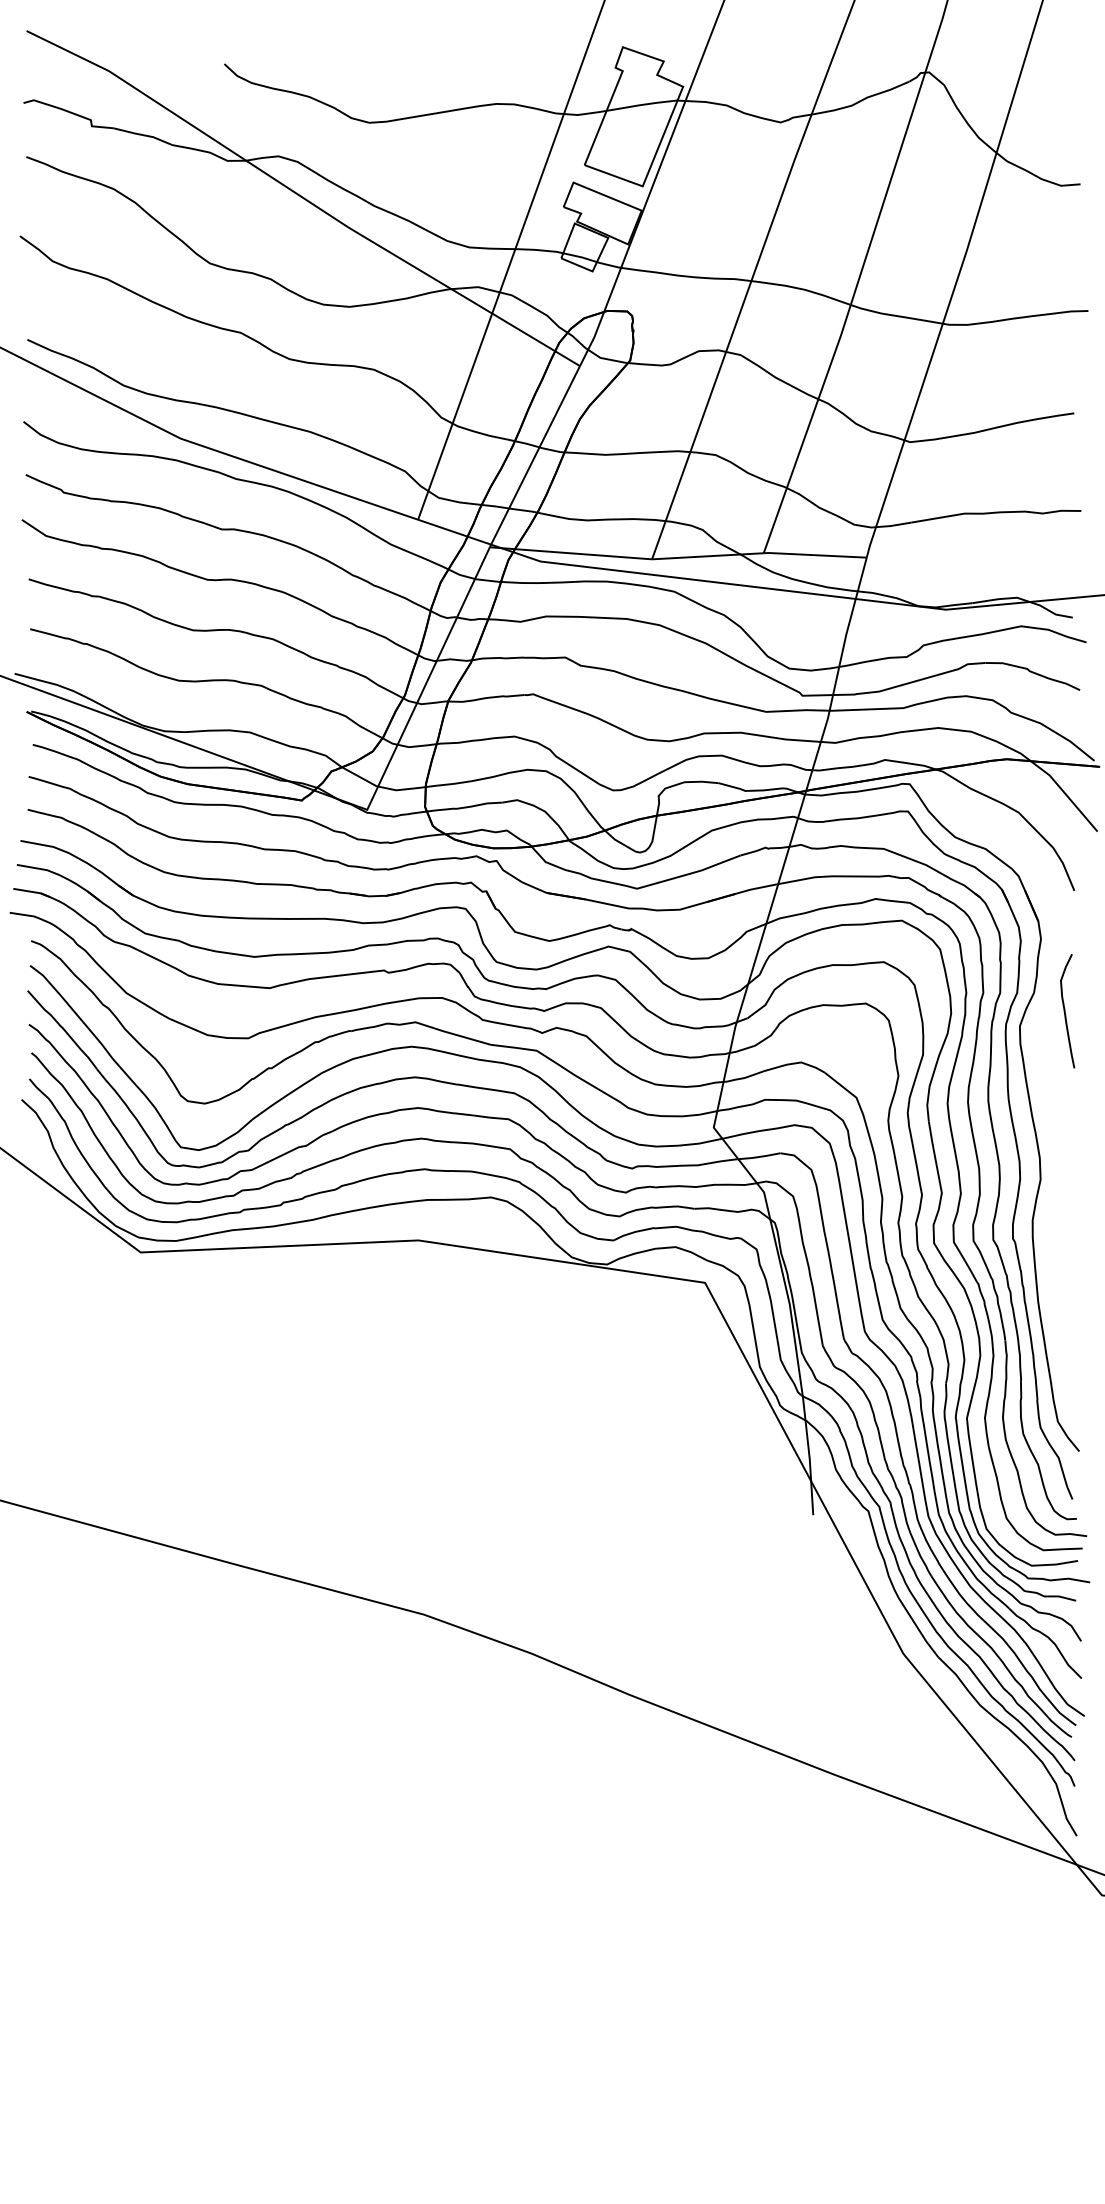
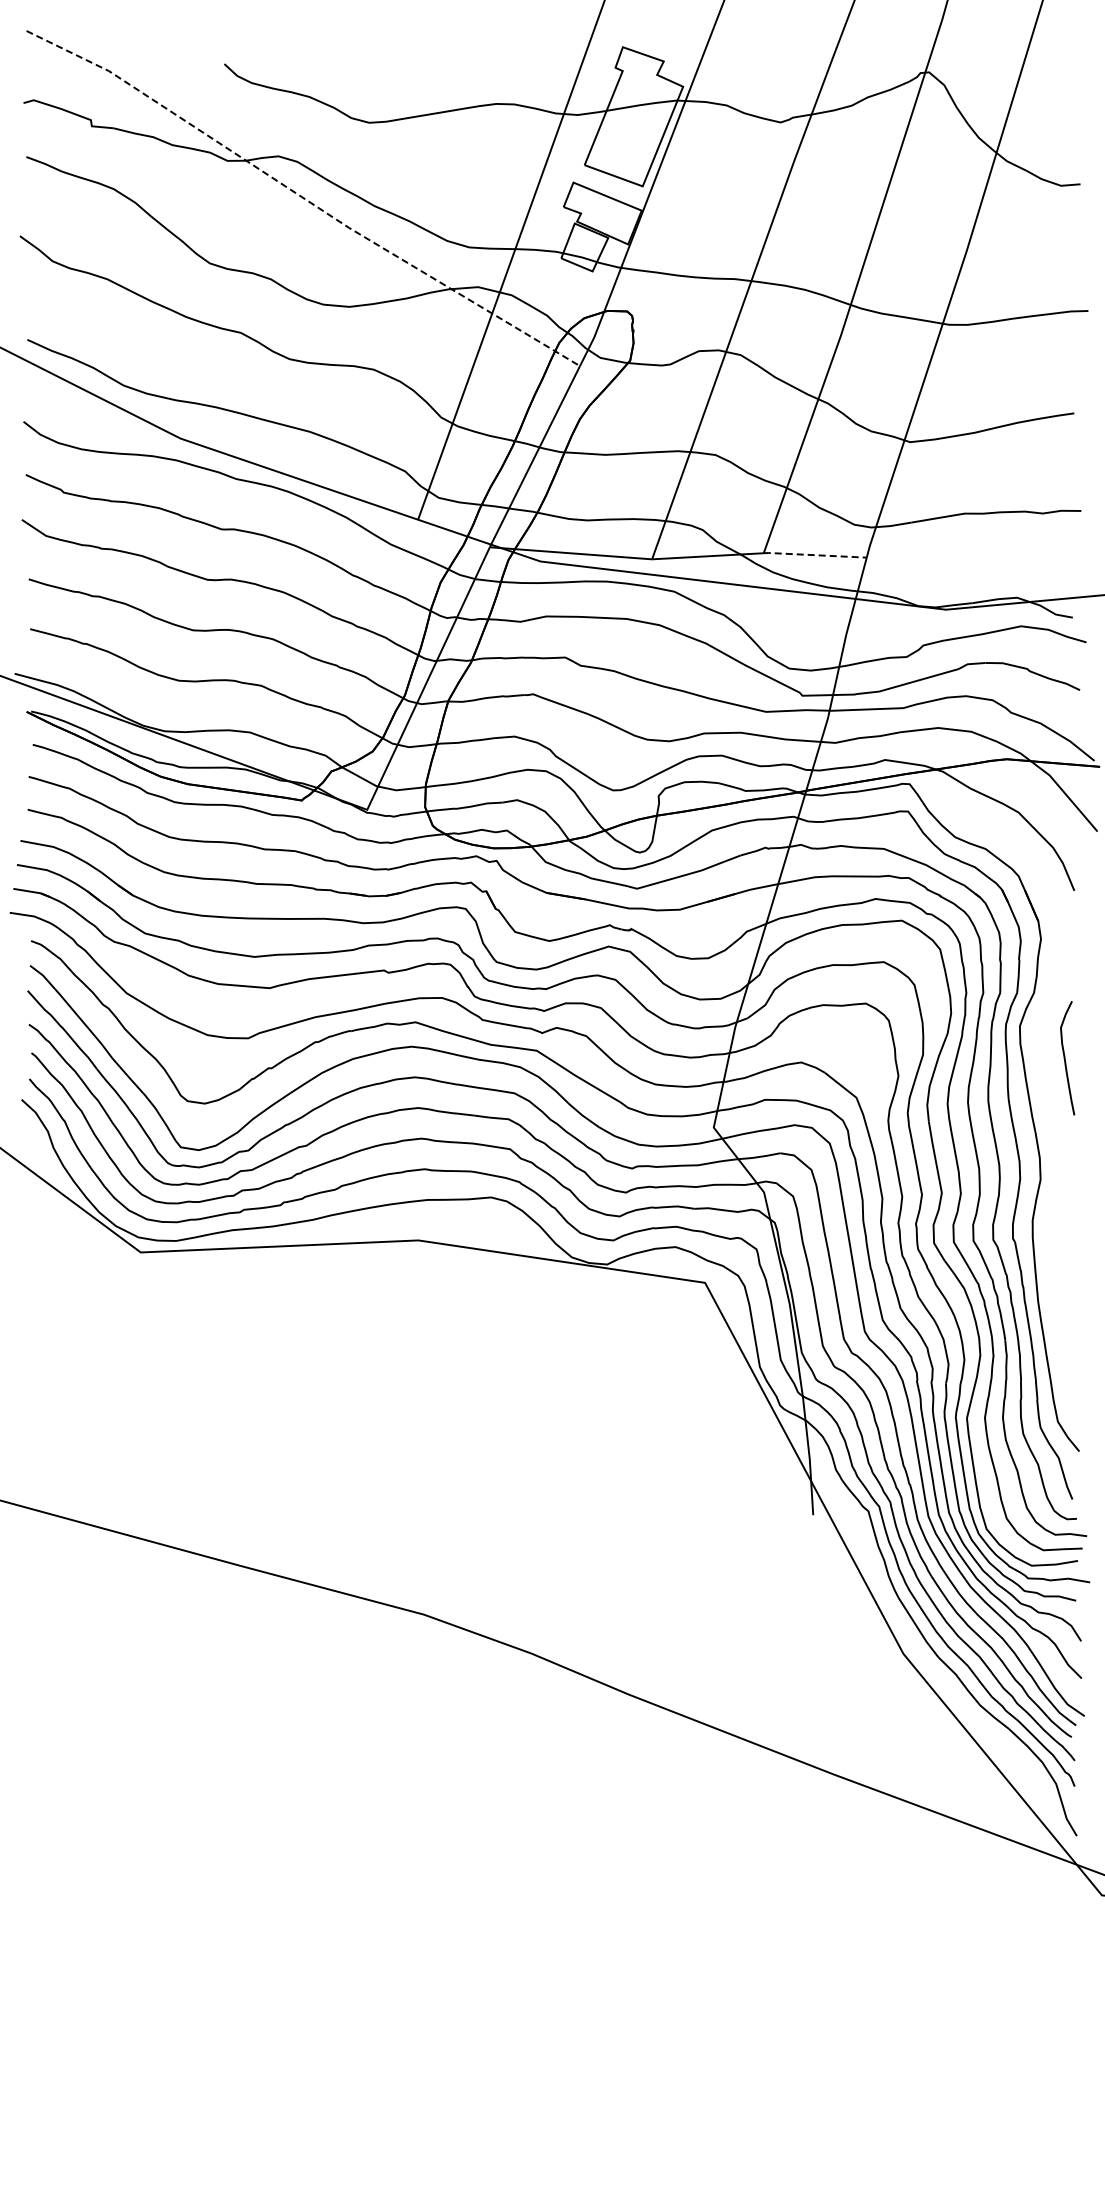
line at (303, 198): solid -> dashed
line at (814, 555): solid -> dashed
curve at (1065, 1011) position: (1065, 1011) -> (1065, 1058)
